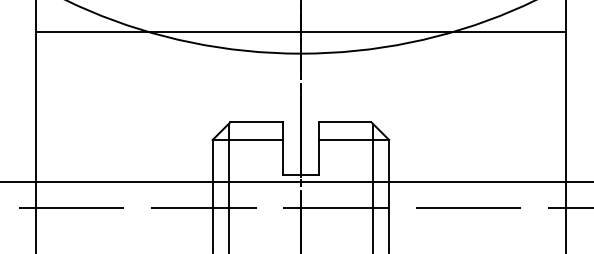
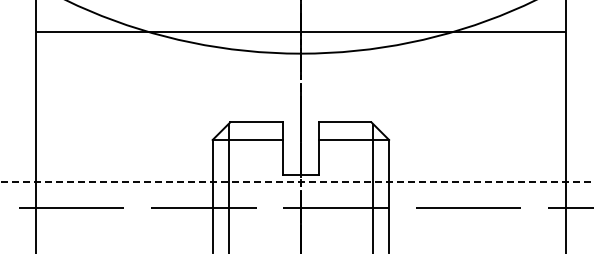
line at (297, 181): solid -> dashed
